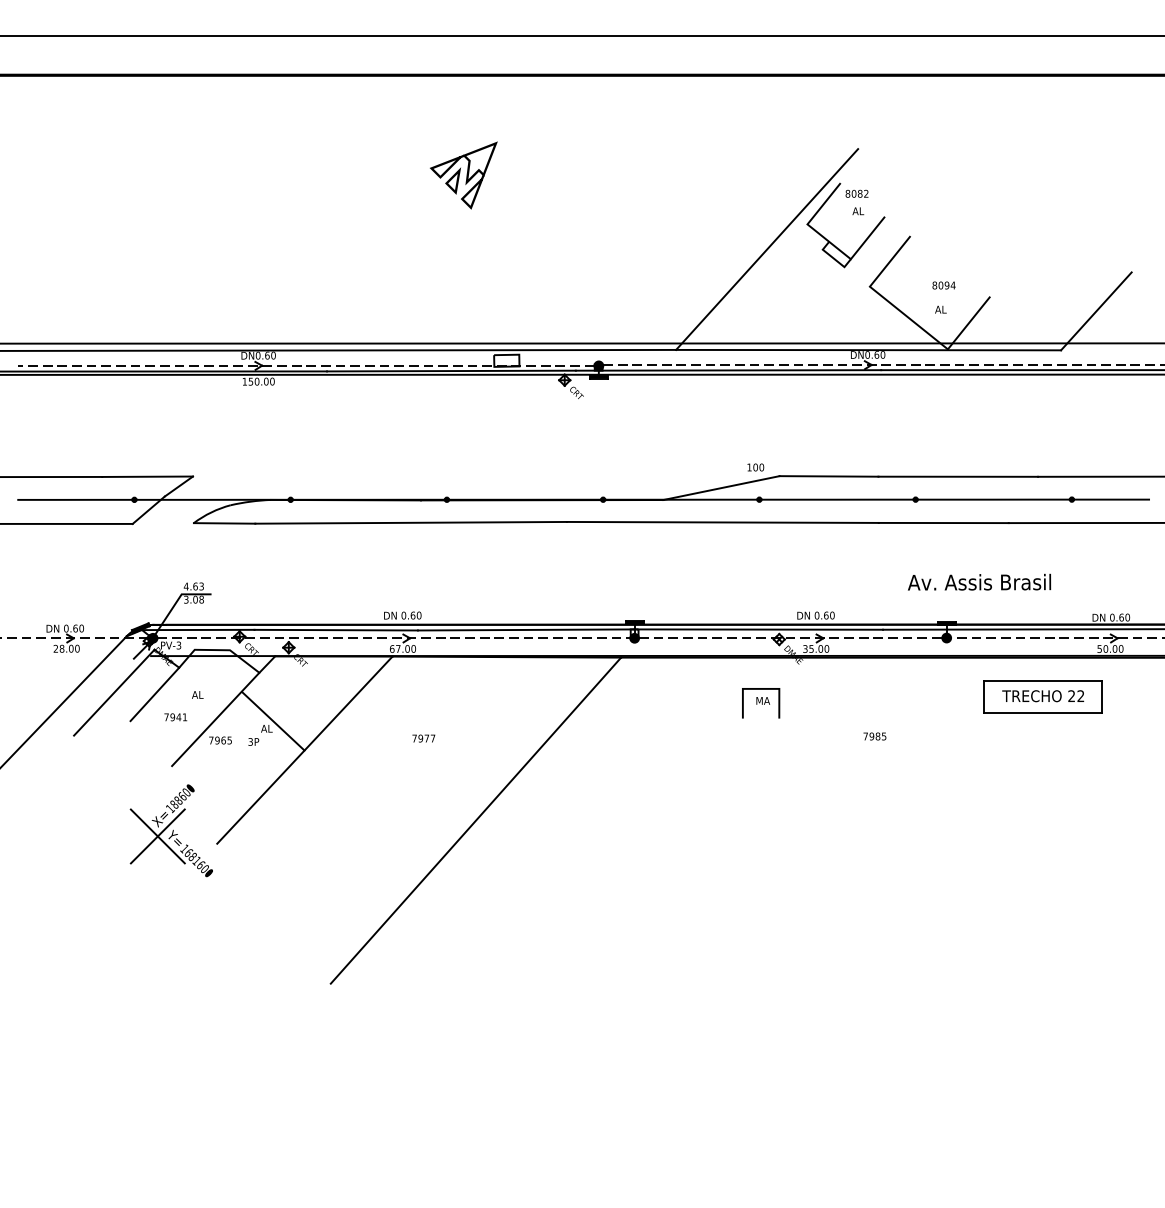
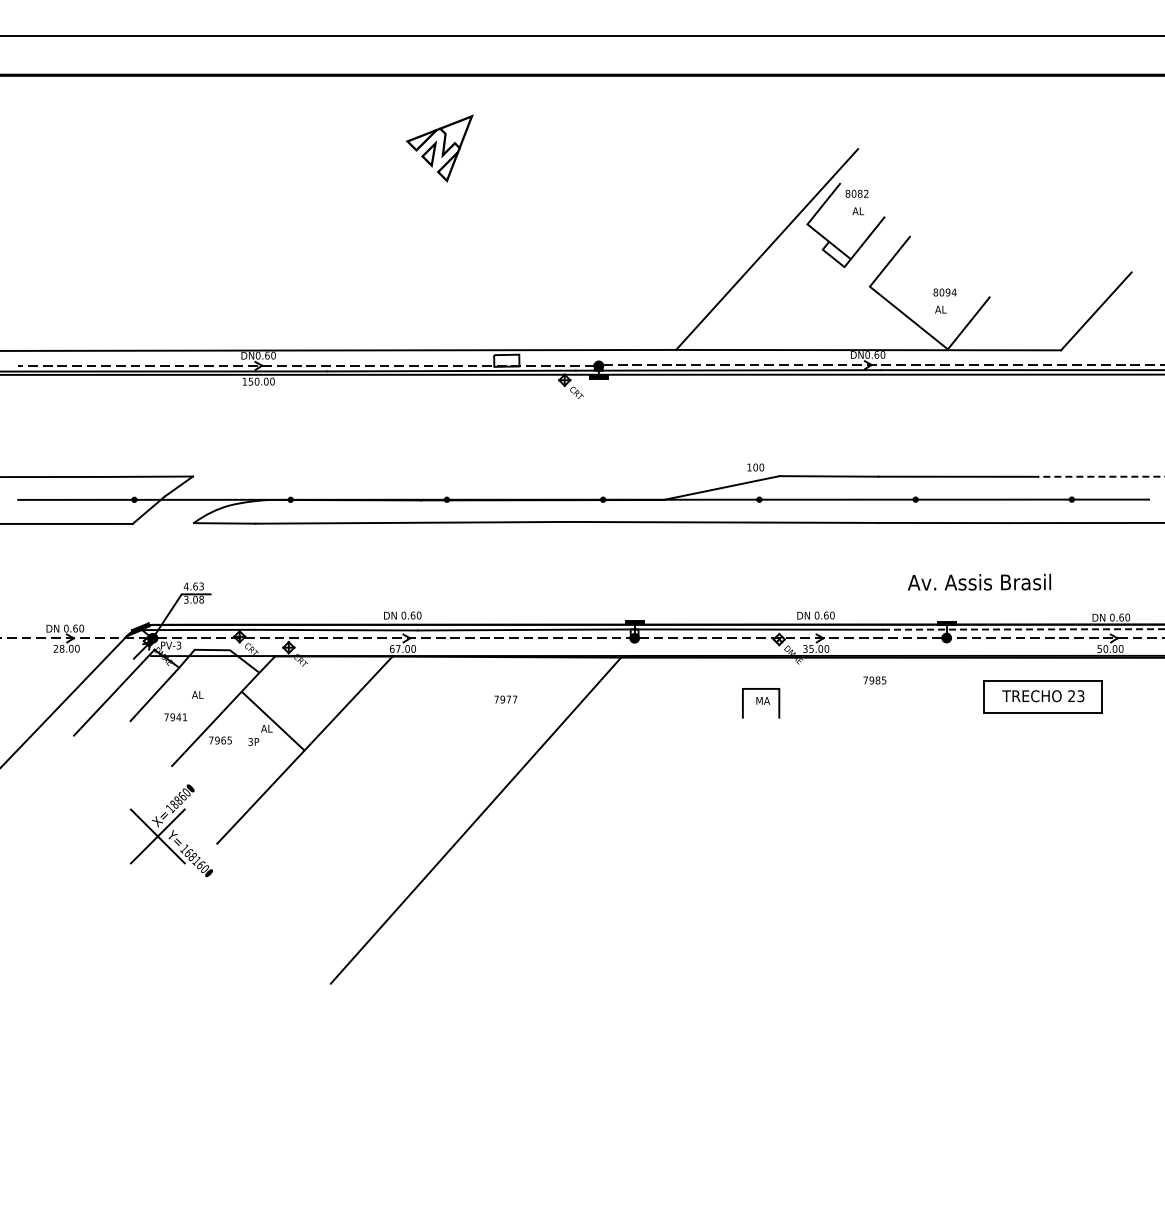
part at (463, 175) position: (463, 175) -> (439, 148)
text at (943, 285) position: (943, 285) -> (944, 292)
line at (581, 343): present -> none
line at (1100, 476): solid -> dashed
line at (1023, 629): solid -> dashed
text at (1080, 696): 22 -> 23
text at (874, 736) position: (874, 736) -> (874, 680)
text at (423, 738) position: (423, 738) -> (505, 699)
